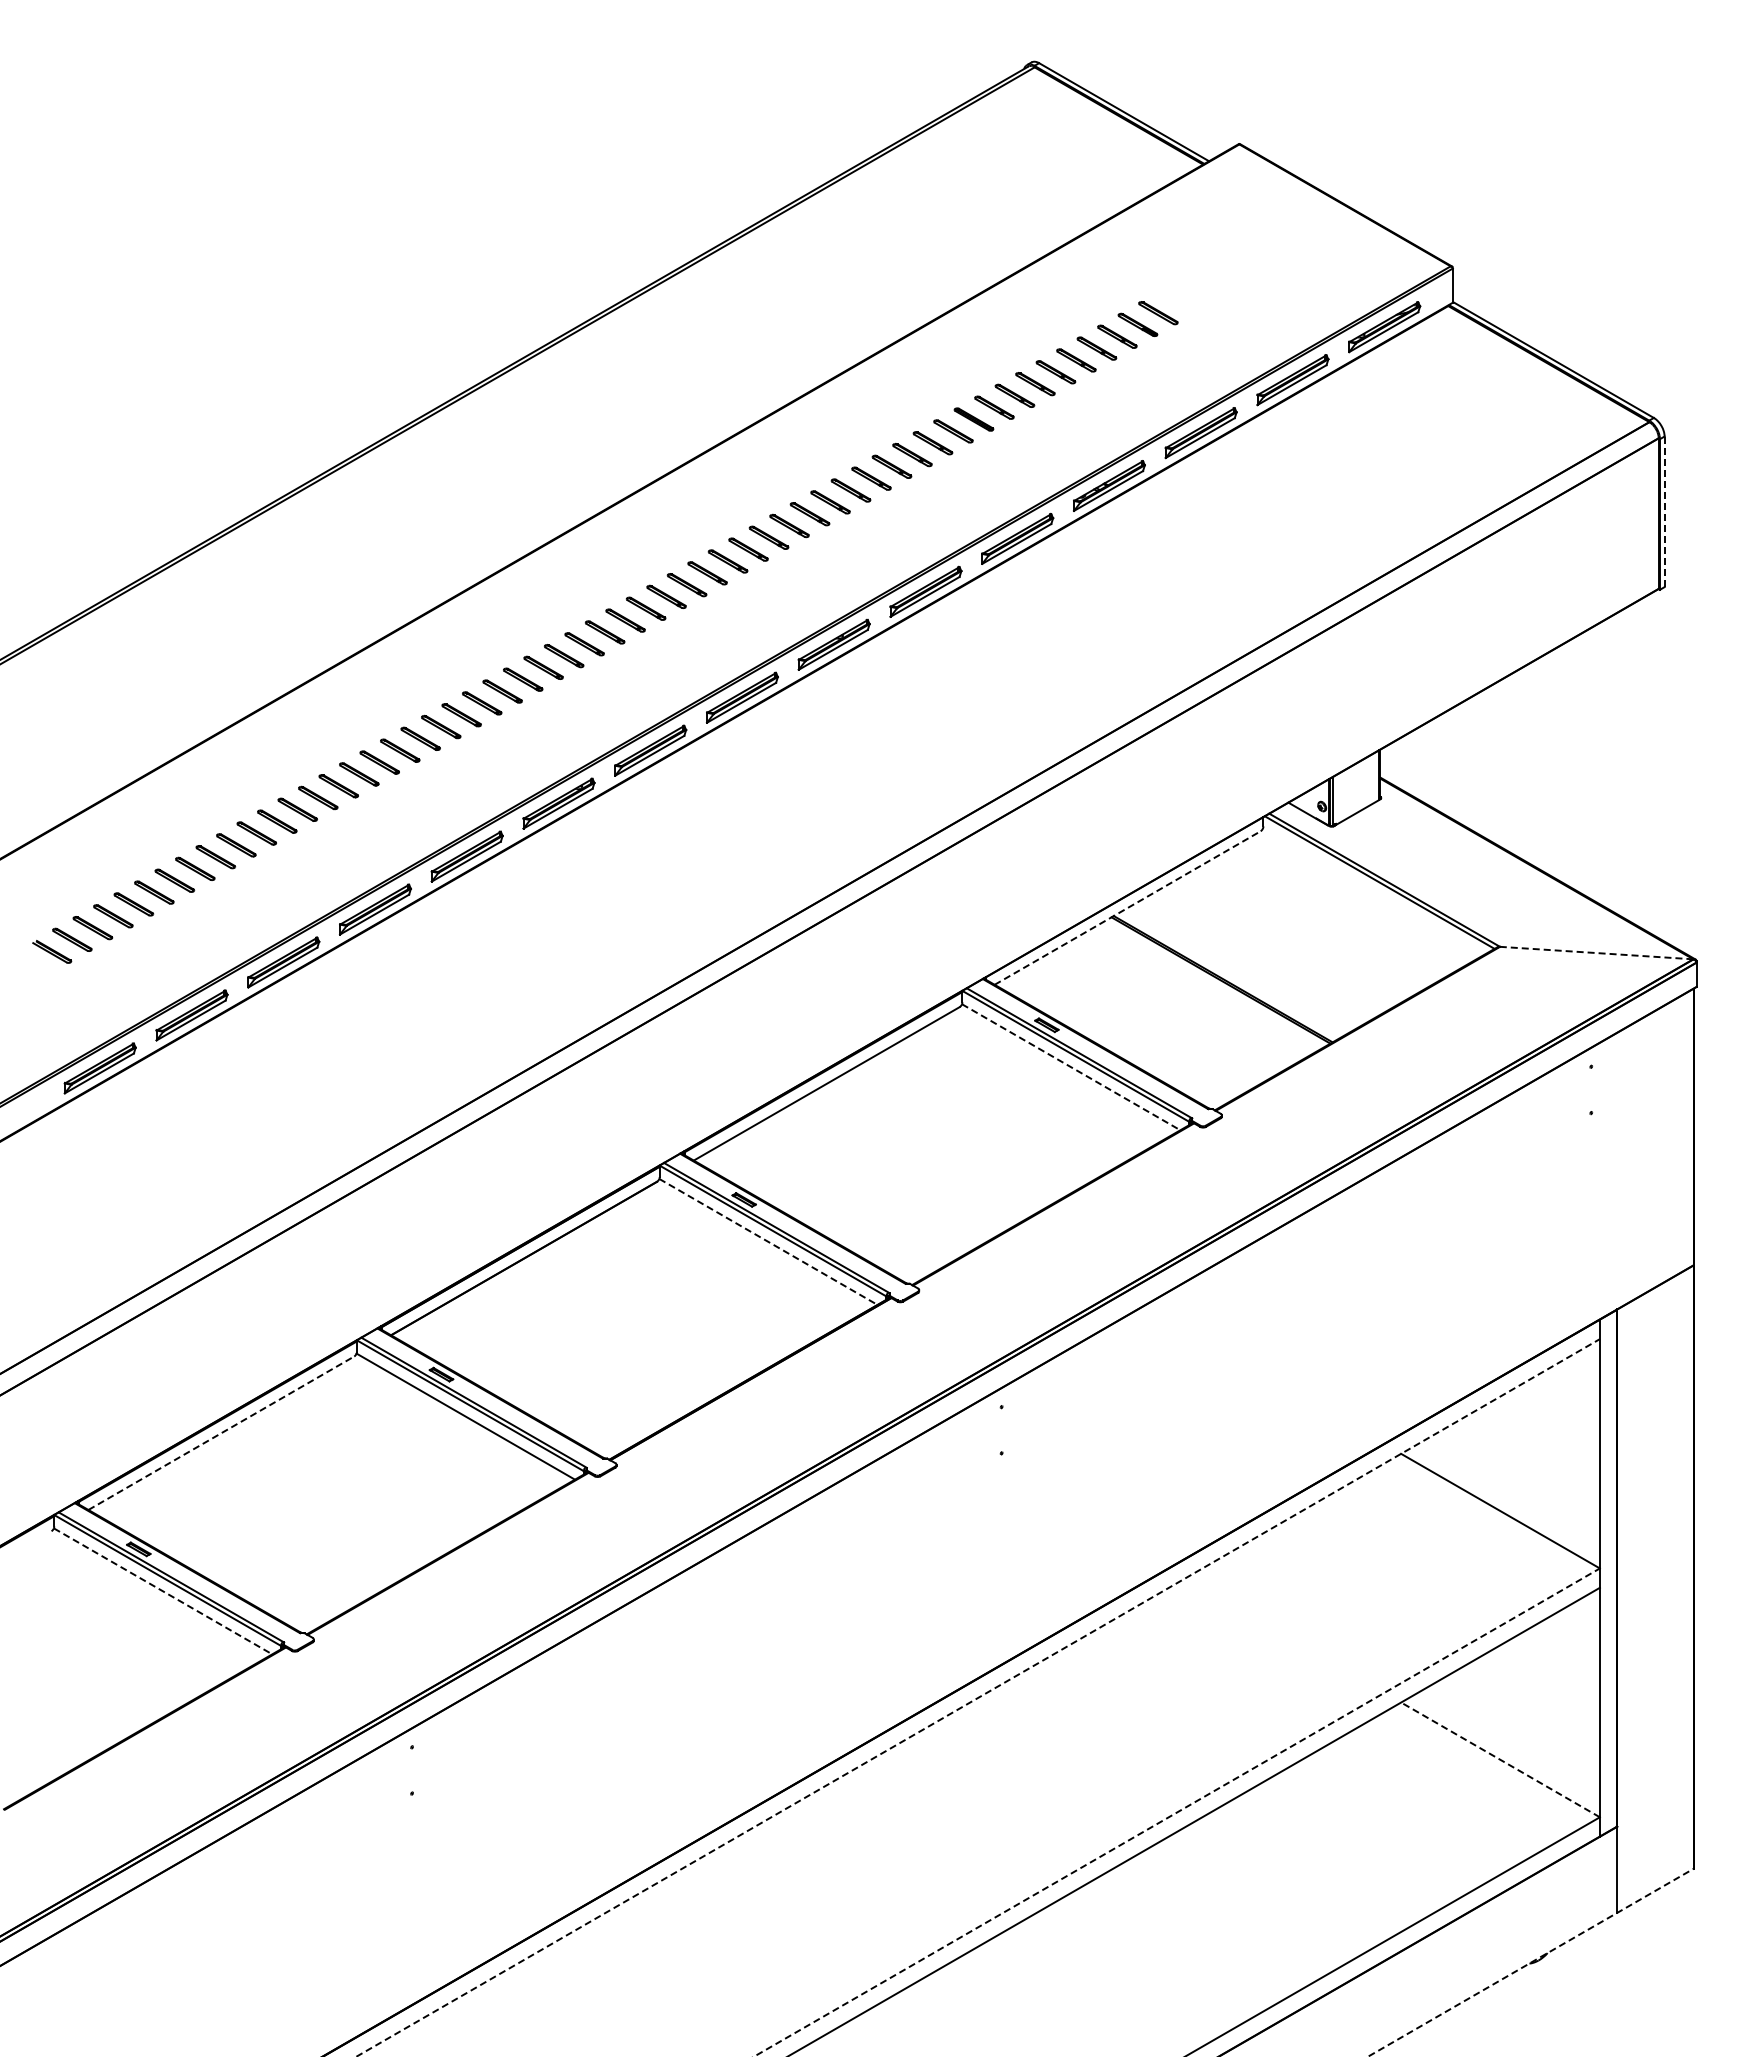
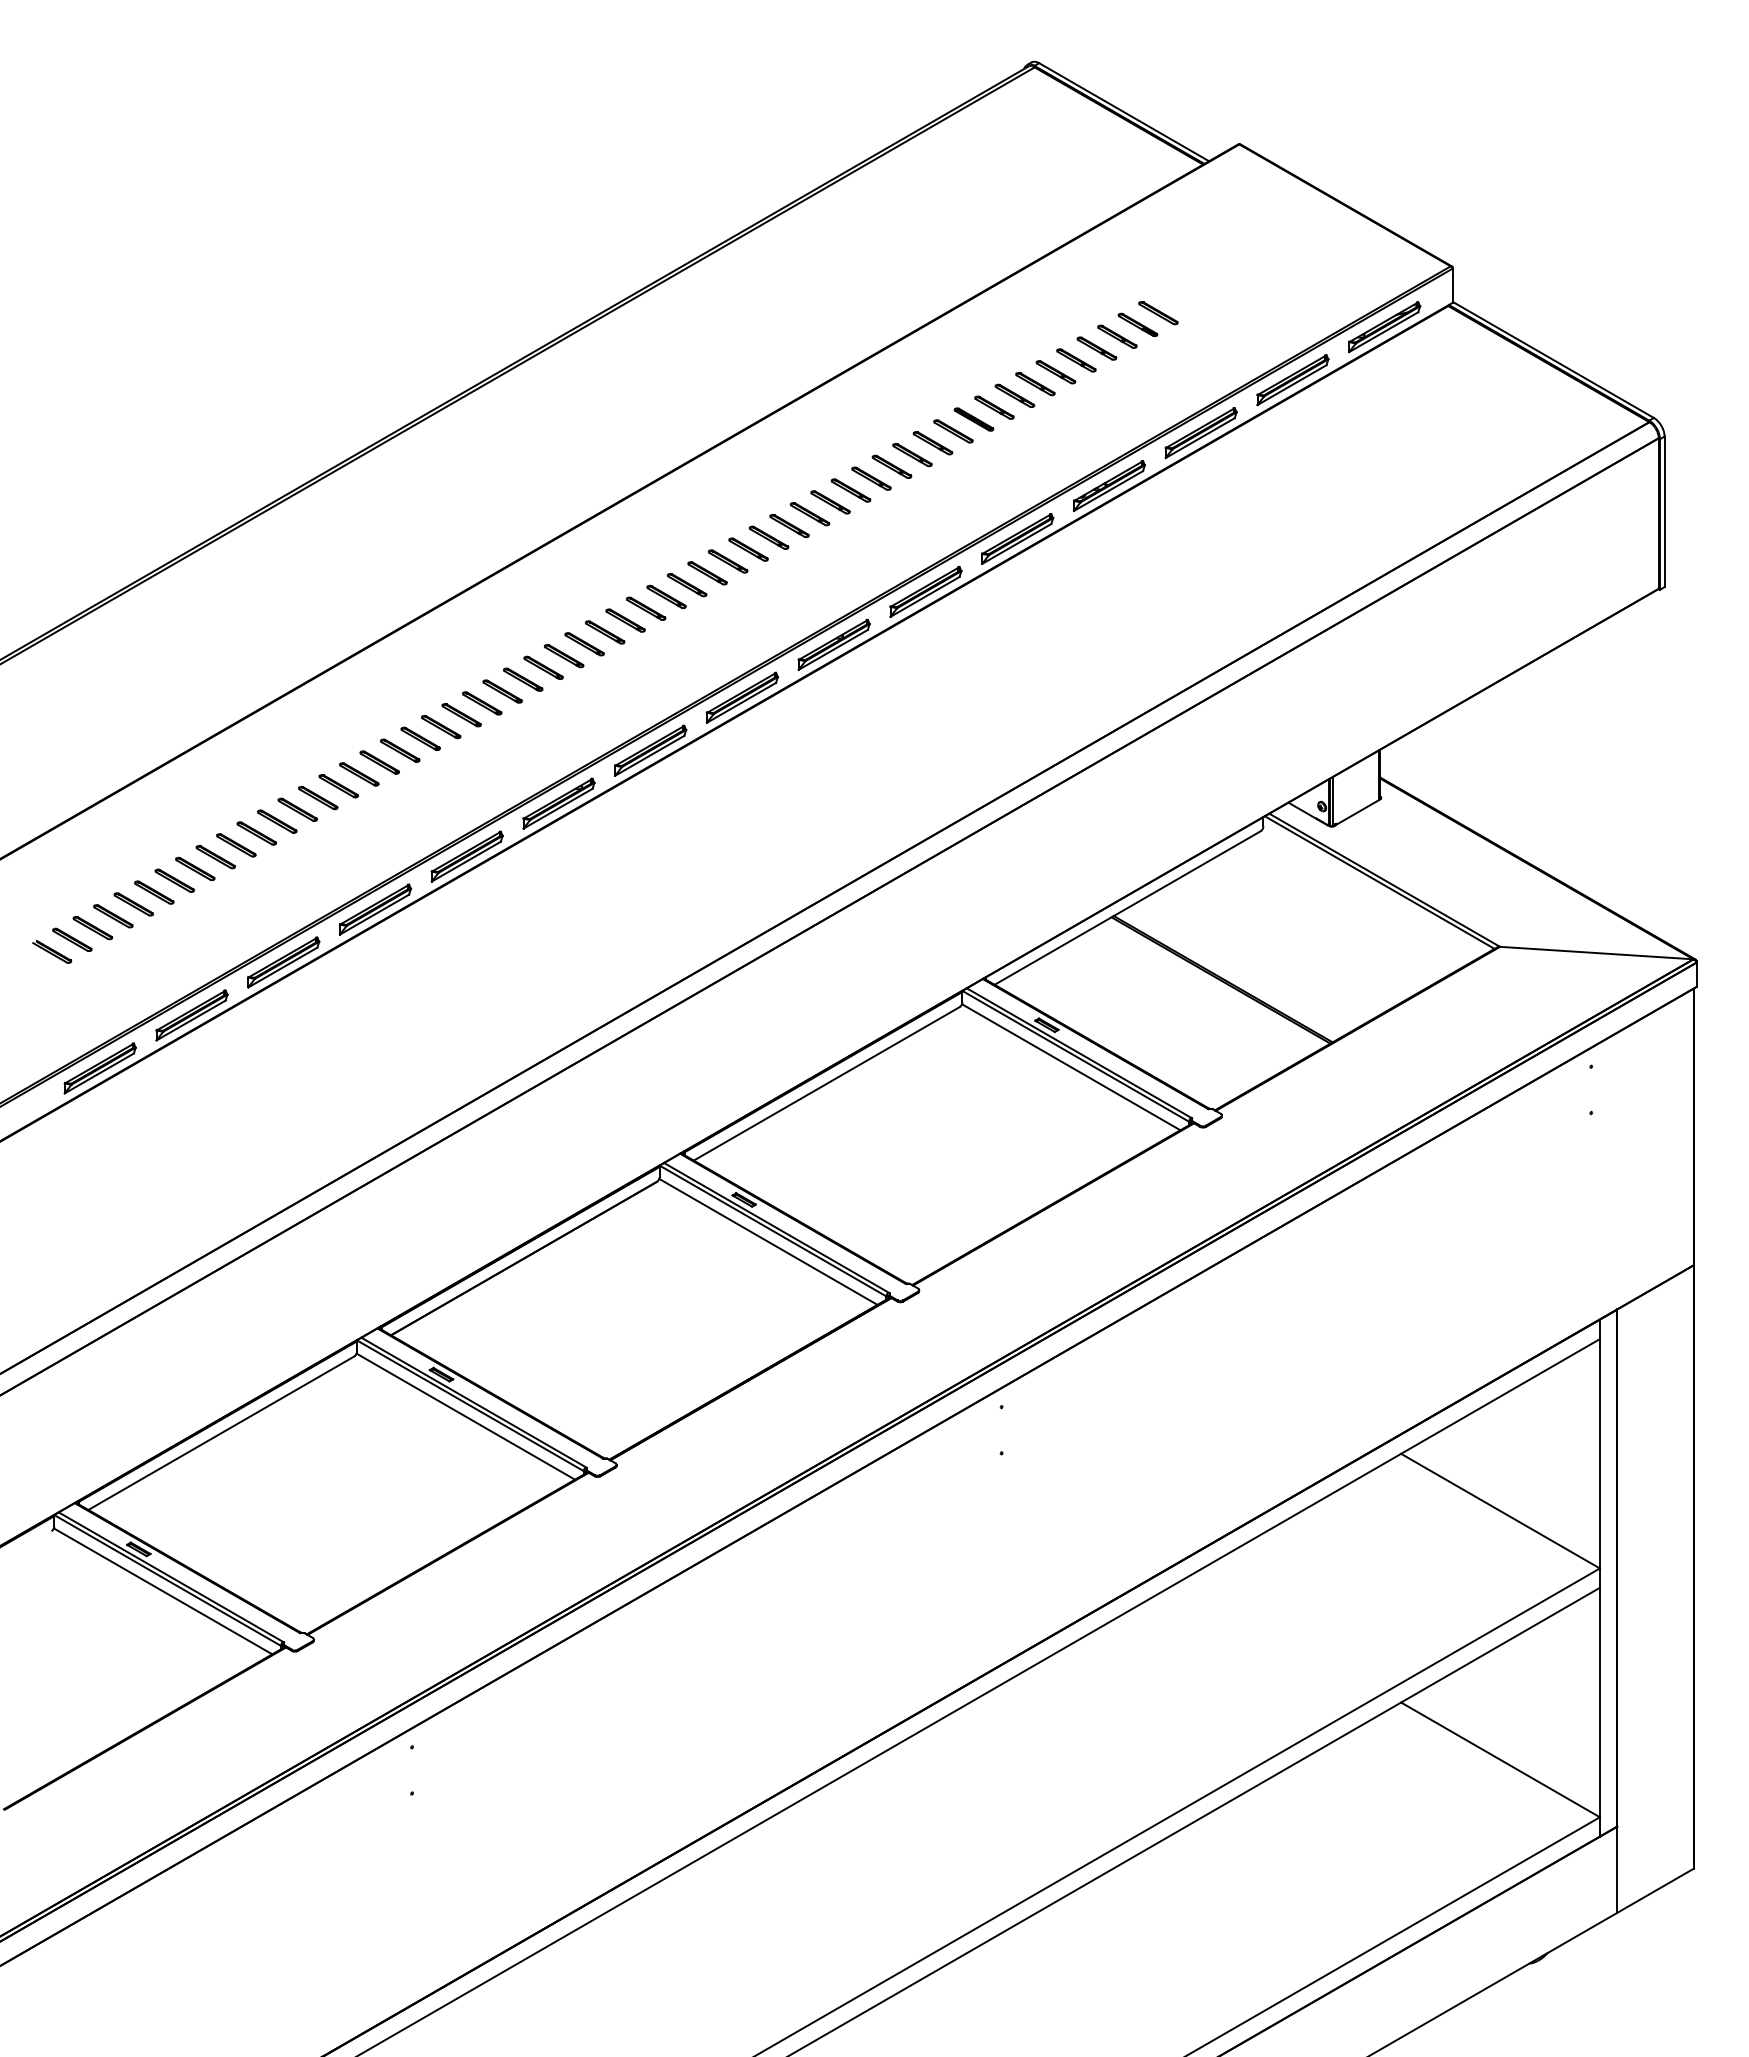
line at (1664, 511): dashed -> solid
line at (1127, 908): dashed -> solid
line at (1596, 953): dashed -> solid
line at (1071, 1067): dashed -> solid
line at (768, 1242): dashed -> solid
line at (221, 1432): dashed -> solid
line at (163, 1591): dashed -> solid
line at (978, 1697): dashed -> solid
line at (1500, 1759): dashed -> solid
line at (1177, 1812): dashed -> solid
line at (1530, 1962): dashed -> solid
